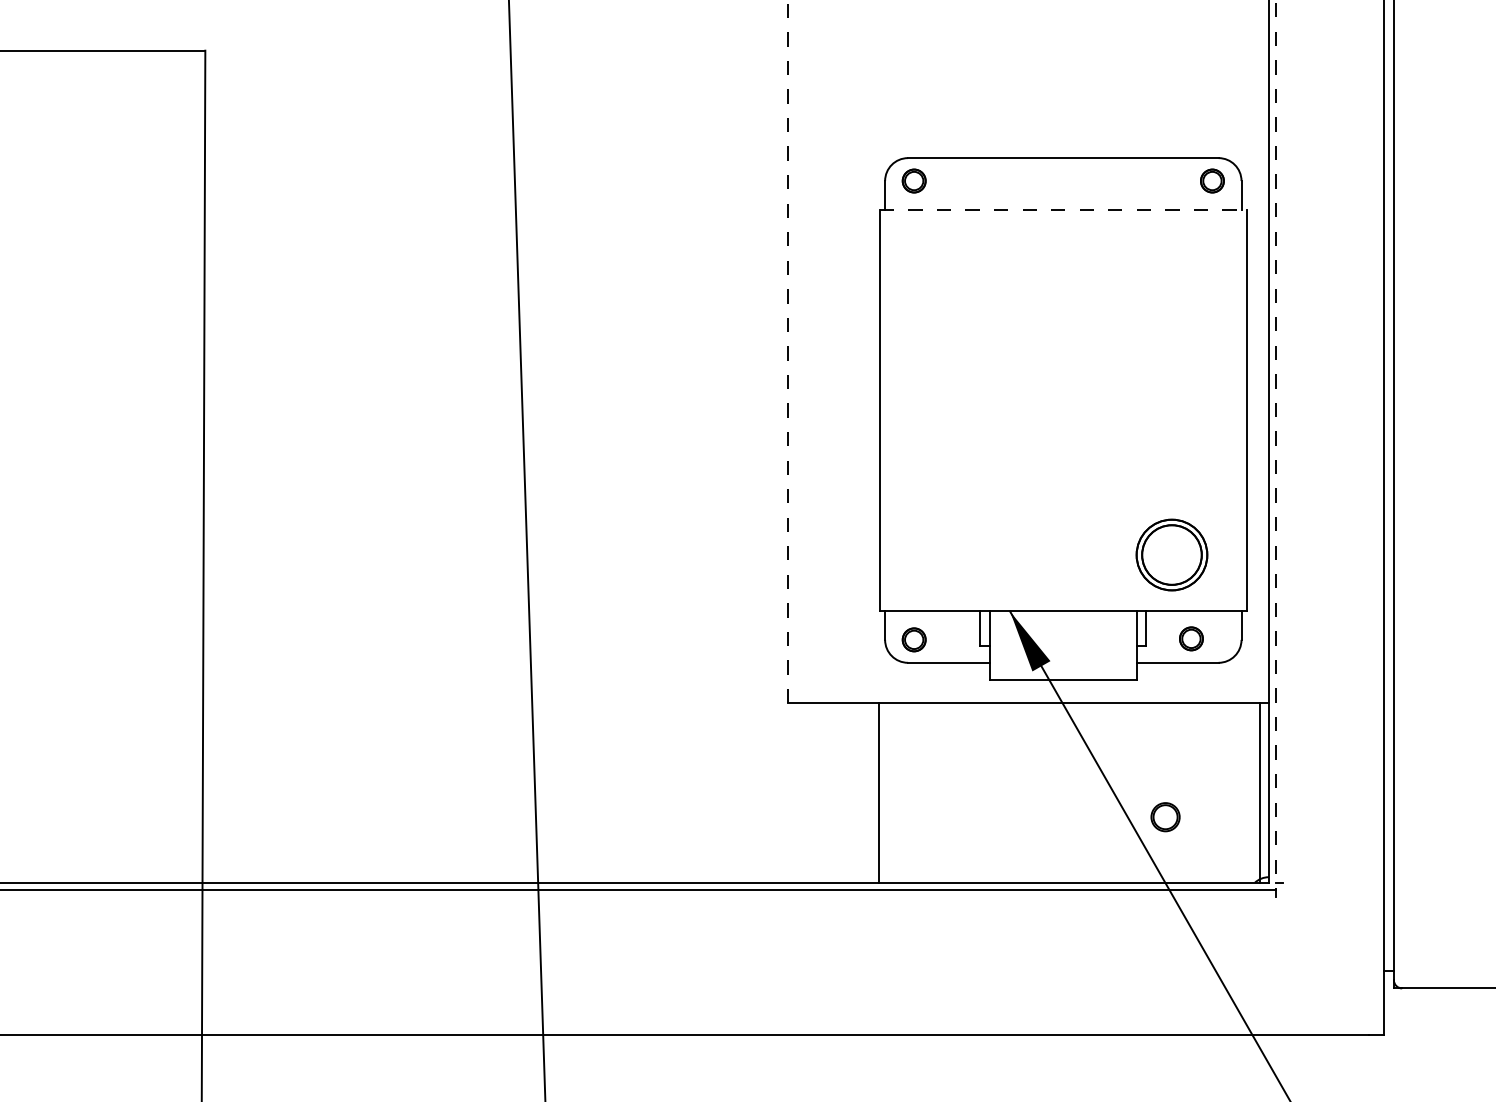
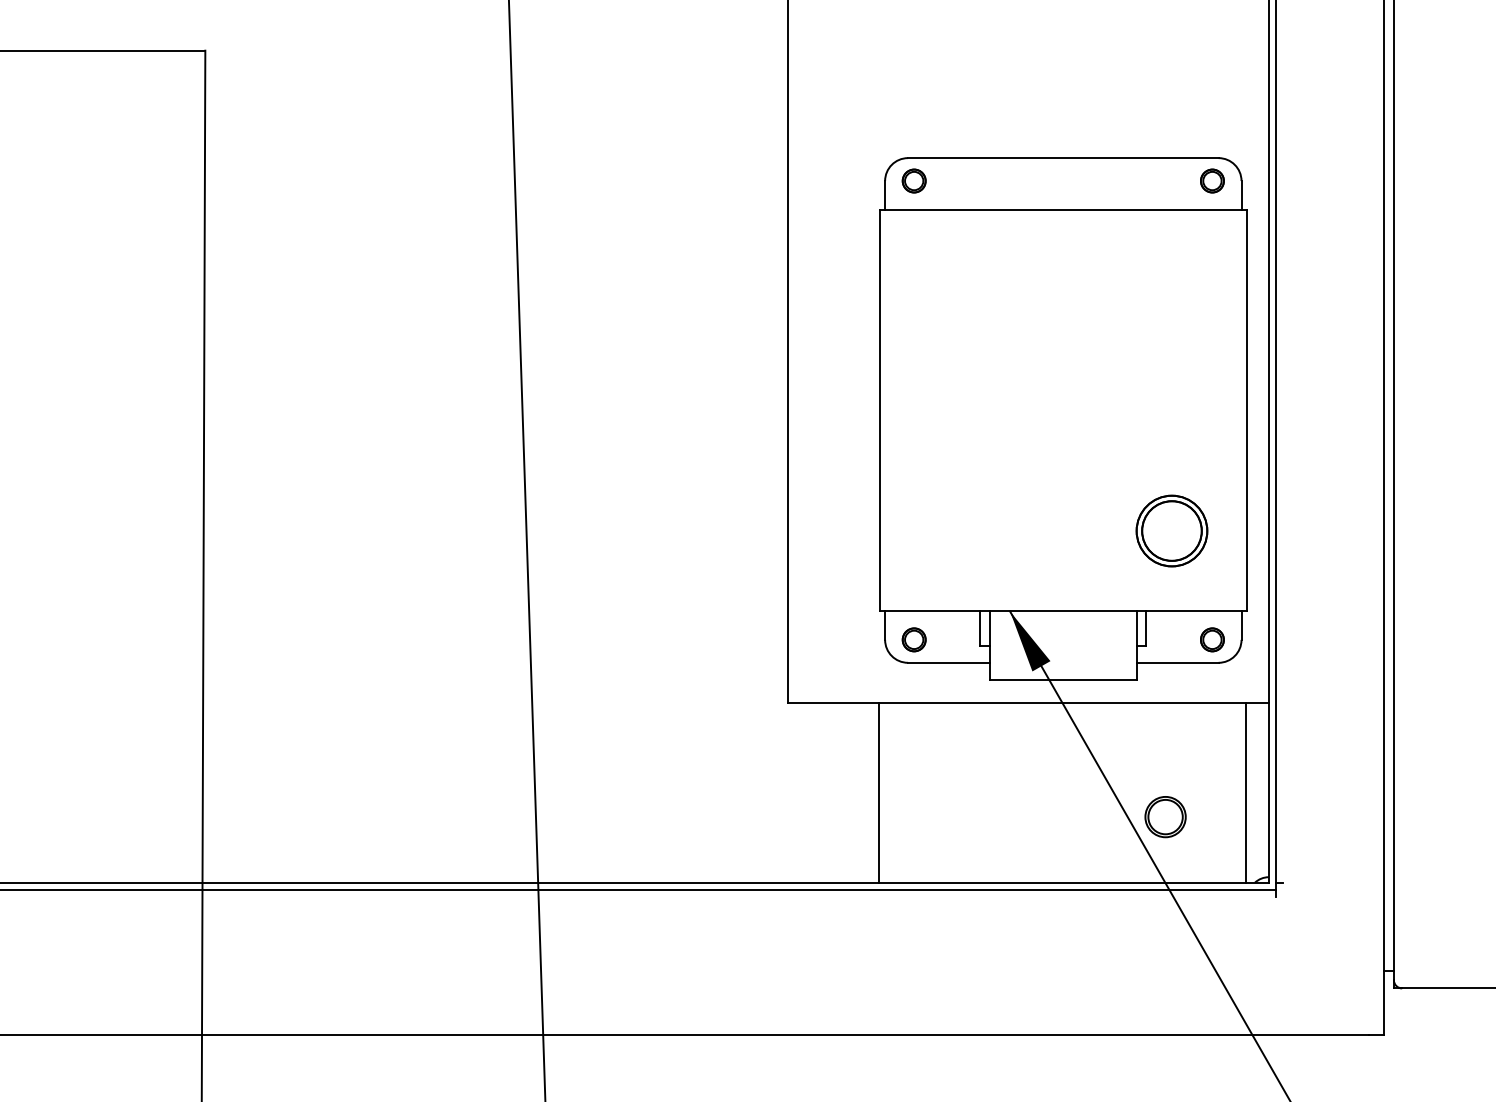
line at (1063, 209): dashed -> solid
line at (788, 351): dashed -> solid
line at (1276, 445): dashed -> solid
part at (1171, 554) position: (1171, 554) -> (1171, 530)
part at (1191, 638) position: (1191, 638) -> (1212, 639)
line at (1259, 792) position: (1259, 792) -> (1245, 792)
part at (1165, 817) size: 31x31 px -> 43x43 px
